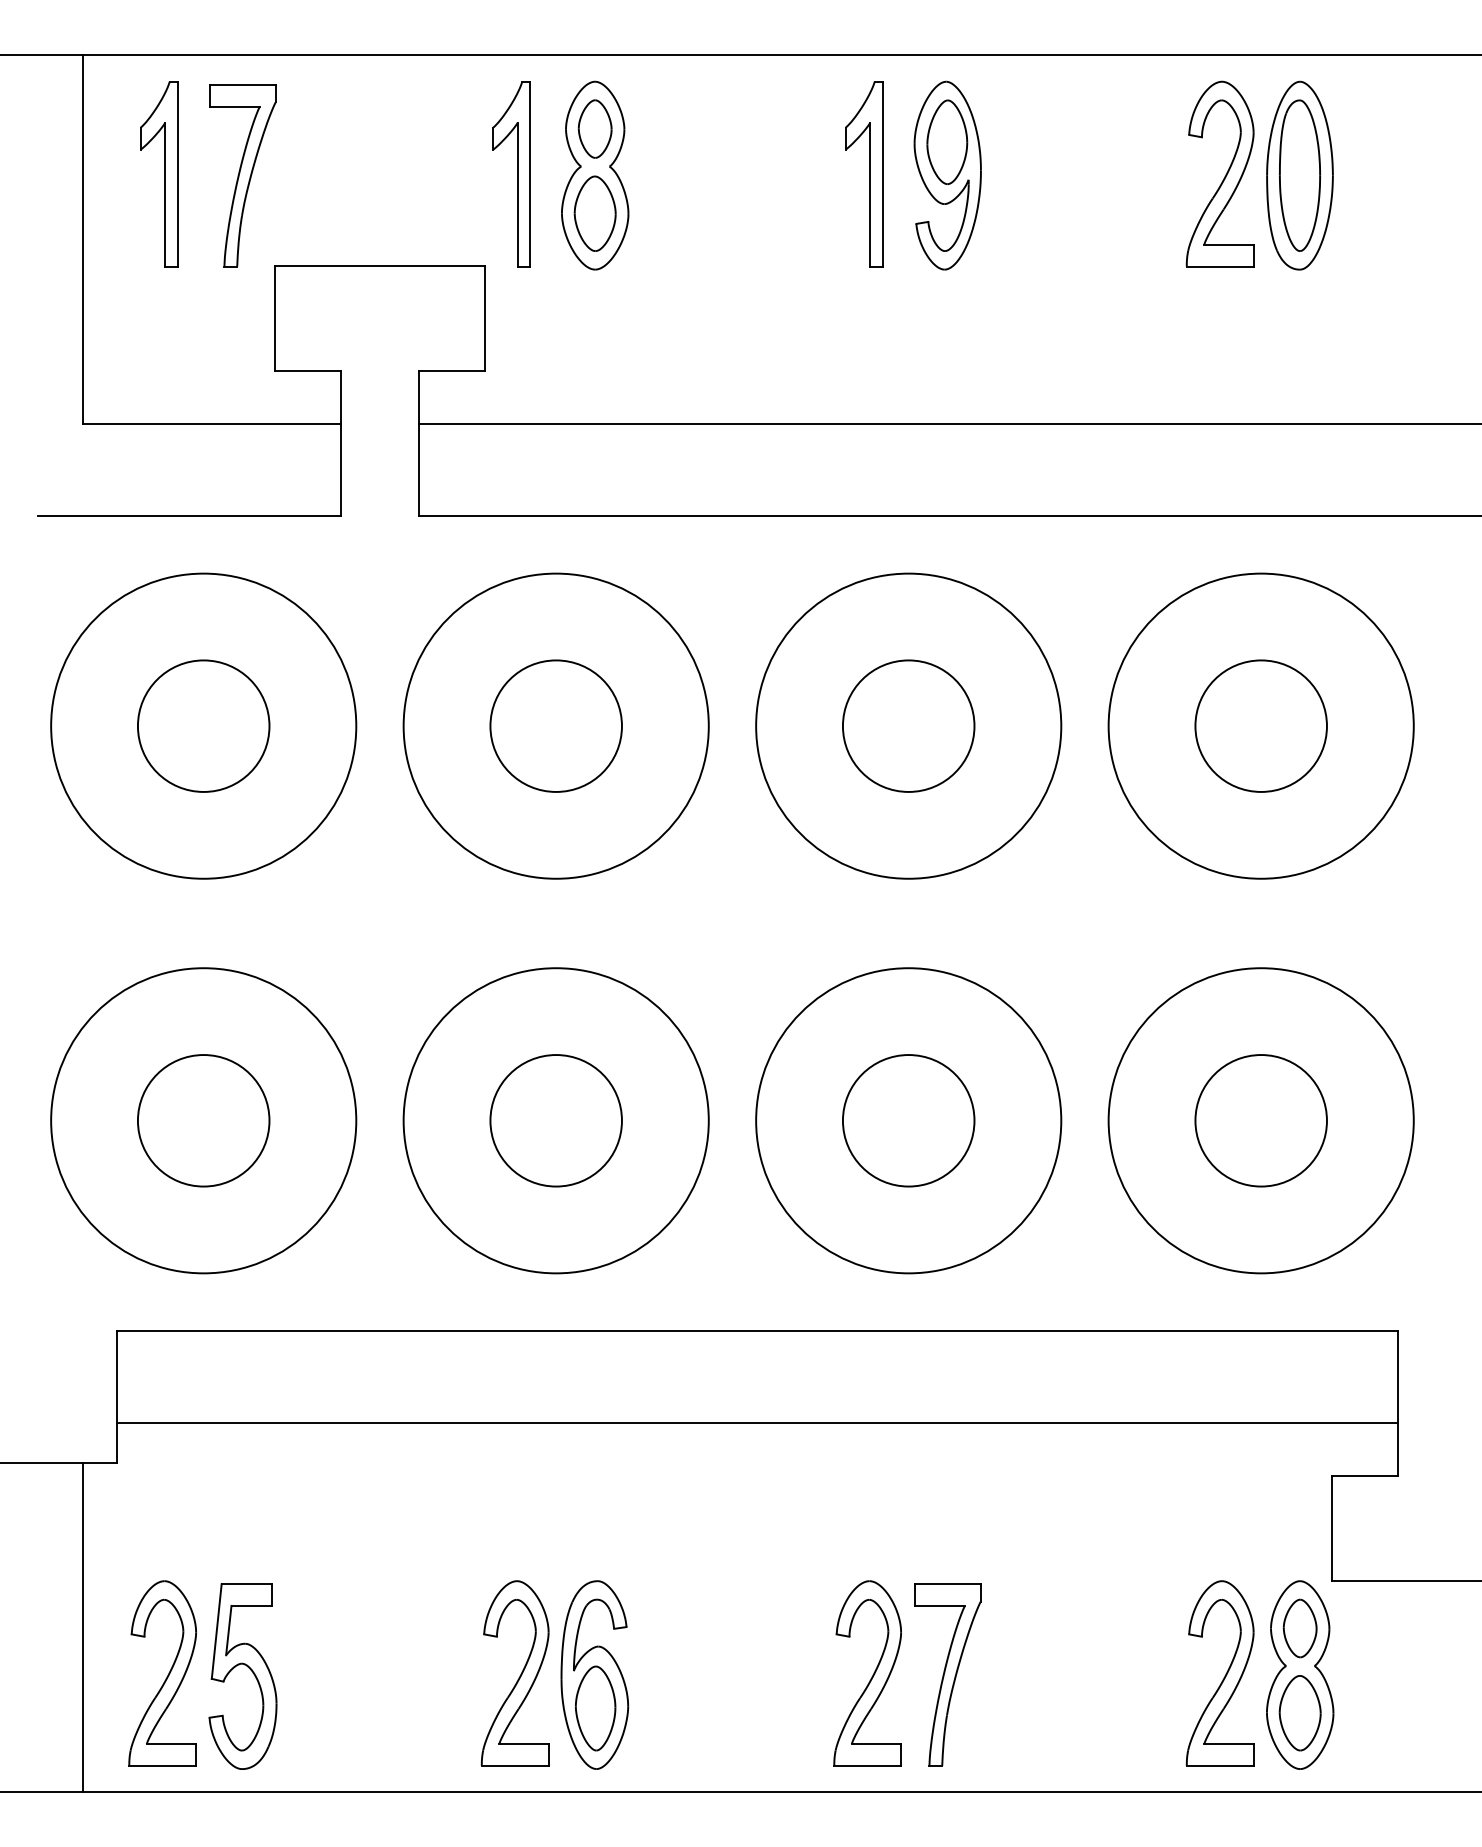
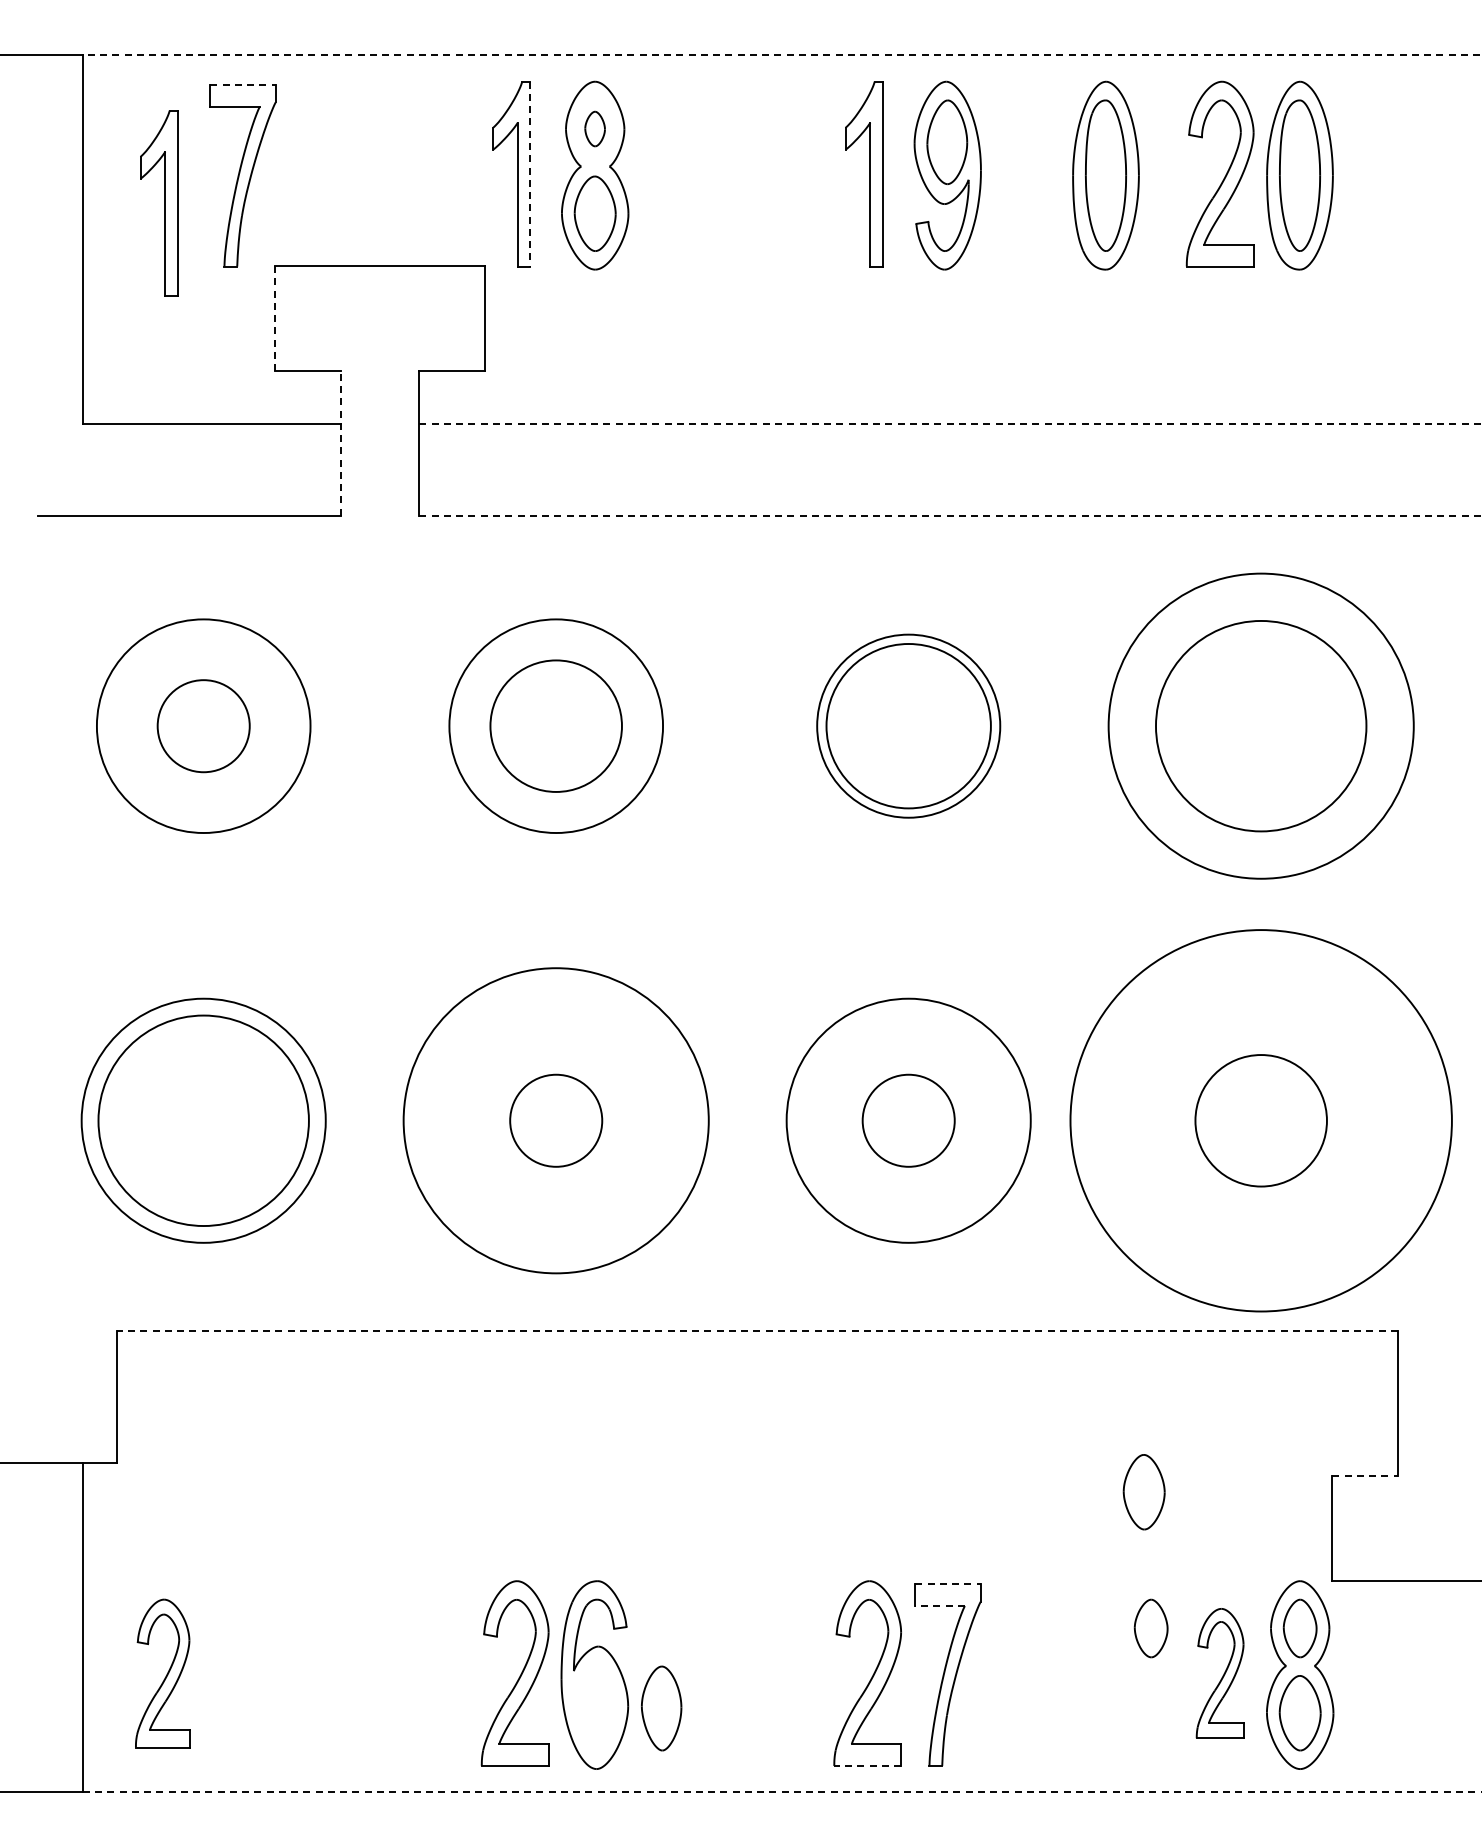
line at (781, 55): solid -> dashed
line at (243, 84): solid -> dashed
part at (594, 128) size: 36x60 px -> 22x38 px
part at (159, 174) position: (159, 174) -> (159, 203)
line at (530, 174): solid -> dashed
part at (1105, 175): none -> present
line at (274, 318): solid -> dashed
line at (951, 423): solid -> dashed
line at (340, 442): solid -> dashed
line at (951, 515): solid -> dashed
circle at (203, 725) diameter: 132 px -> 92 px
circle at (203, 725) diameter: 305 px -> 214 px
circle at (555, 725) diameter: 305 px -> 214 px
circle at (908, 725) diameter: 132 px -> 164 px
circle at (908, 725) diameter: 305 px -> 183 px
circle at (1260, 725) diameter: 132 px -> 210 px
circle at (203, 1120) diameter: 132 px -> 210 px
circle at (203, 1120) diameter: 305 px -> 244 px
circle at (555, 1120) diameter: 132 px -> 92 px
circle at (908, 1120) diameter: 132 px -> 92 px
circle at (908, 1120) diameter: 305 px -> 244 px
circle at (1260, 1120) diameter: 305 px -> 381 px
line at (757, 1331): solid -> dashed
line at (757, 1423): present -> none
line at (1365, 1475): solid -> dashed
part at (1143, 1492): none -> present
line at (947, 1584): solid -> dashed
line at (940, 1606): solid -> dashed
part at (1150, 1628): none -> present
part at (249, 1669): present -> none
part at (162, 1673) size: 69x187 px -> 56x151 px
part at (1219, 1673) size: 70x187 px -> 50x131 px
part at (595, 1708) position: (595, 1708) -> (661, 1708)
line at (867, 1766): solid -> dashed
line at (782, 1791): solid -> dashed
